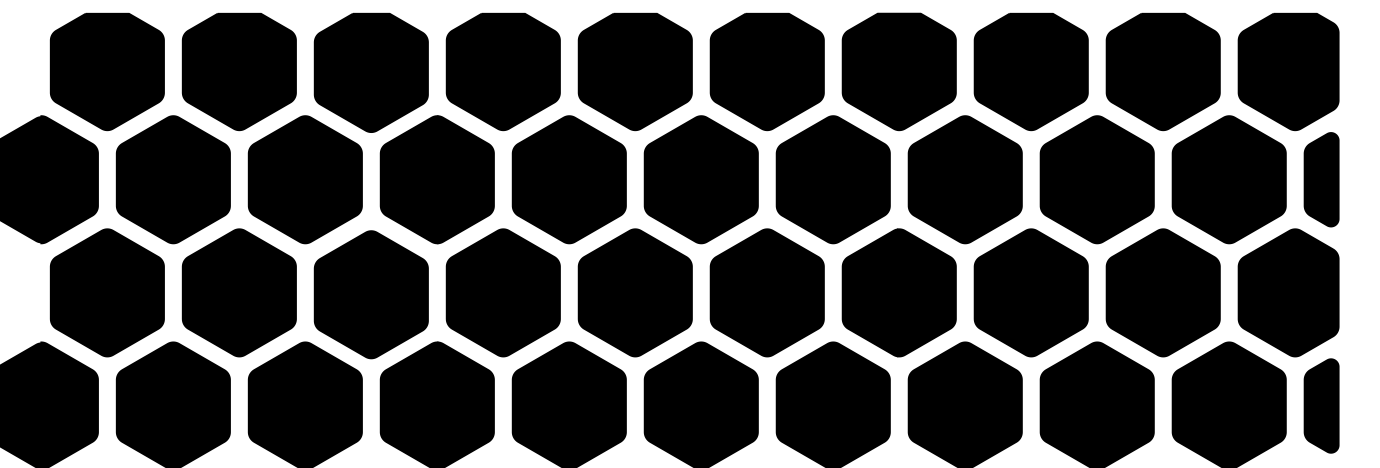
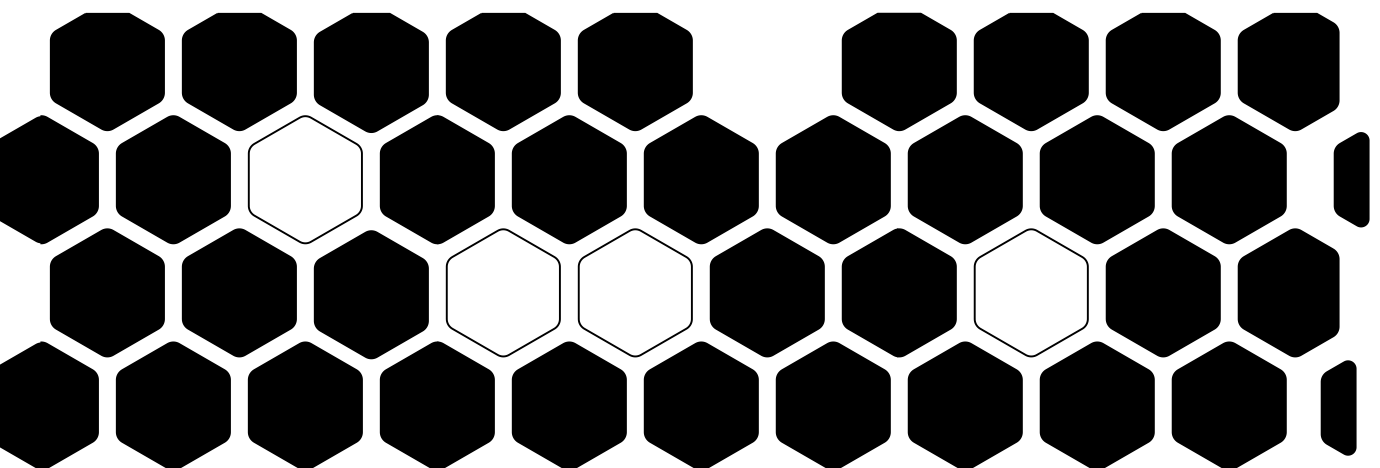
part at (766, 71): present -> none
fill at (304, 179): present -> none
part at (1321, 179) position: (1321, 179) -> (1351, 179)
fill at (502, 292): present -> none
fill at (634, 292): present -> none
fill at (1030, 292): present -> none
part at (1321, 405) position: (1321, 405) -> (1338, 407)
